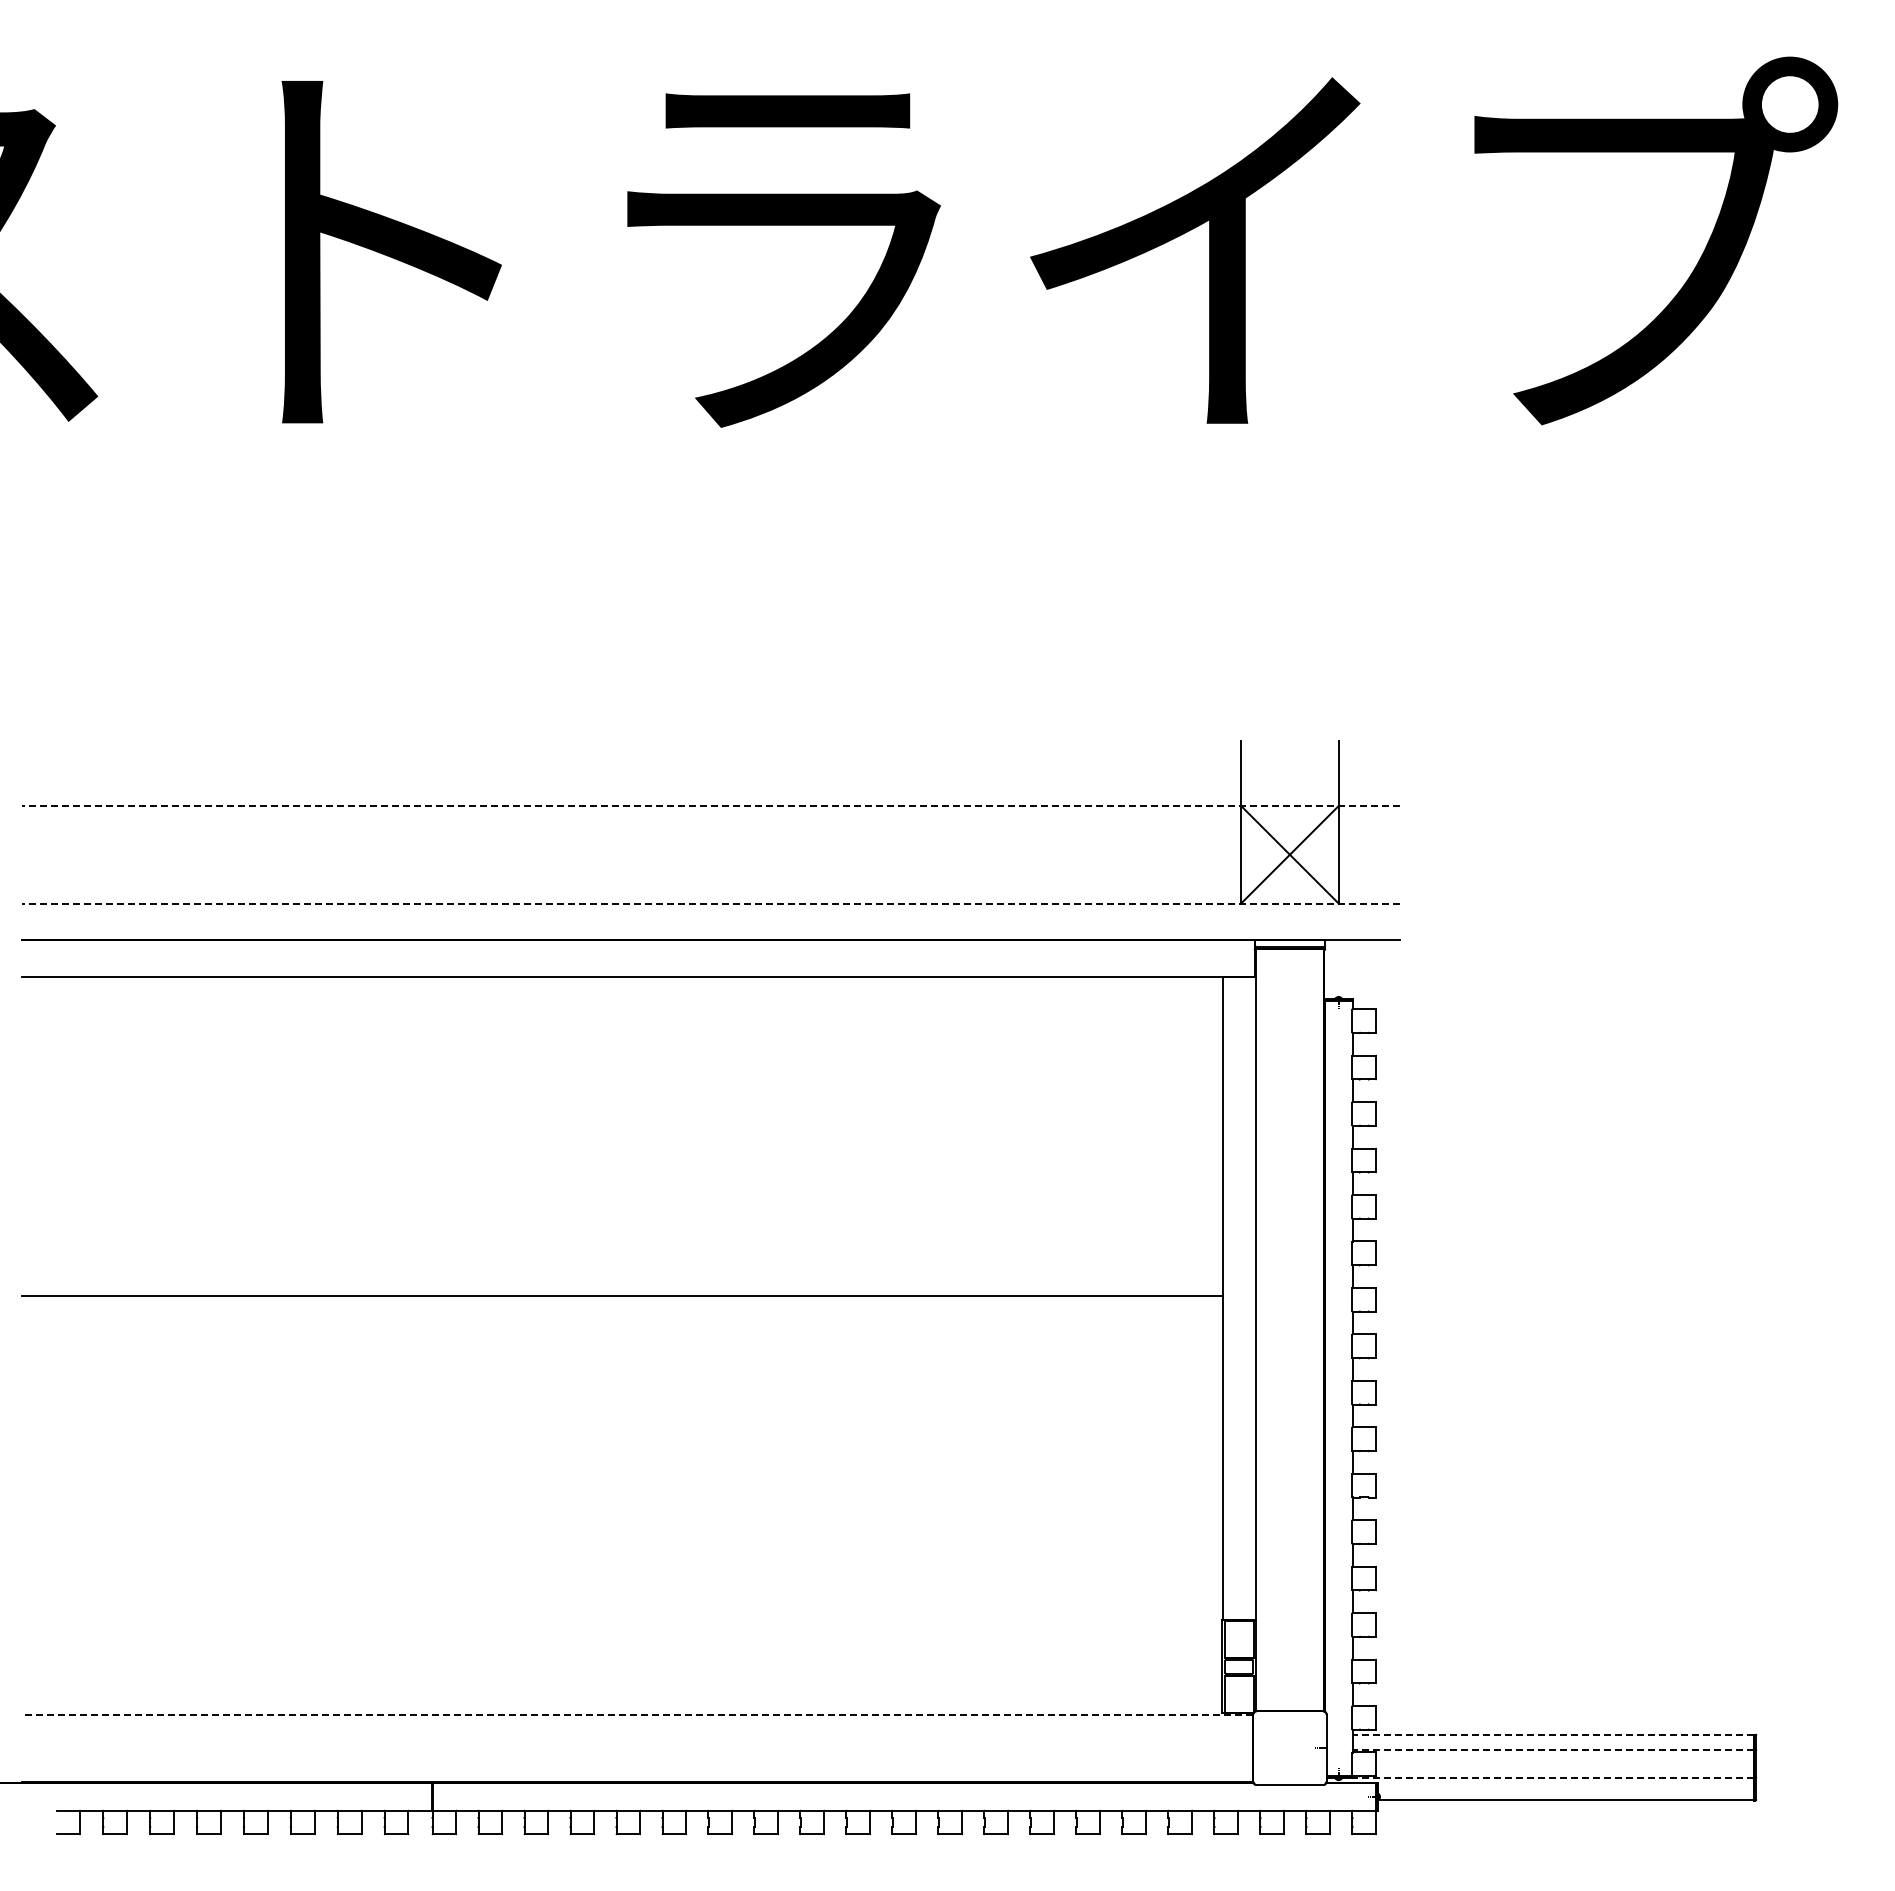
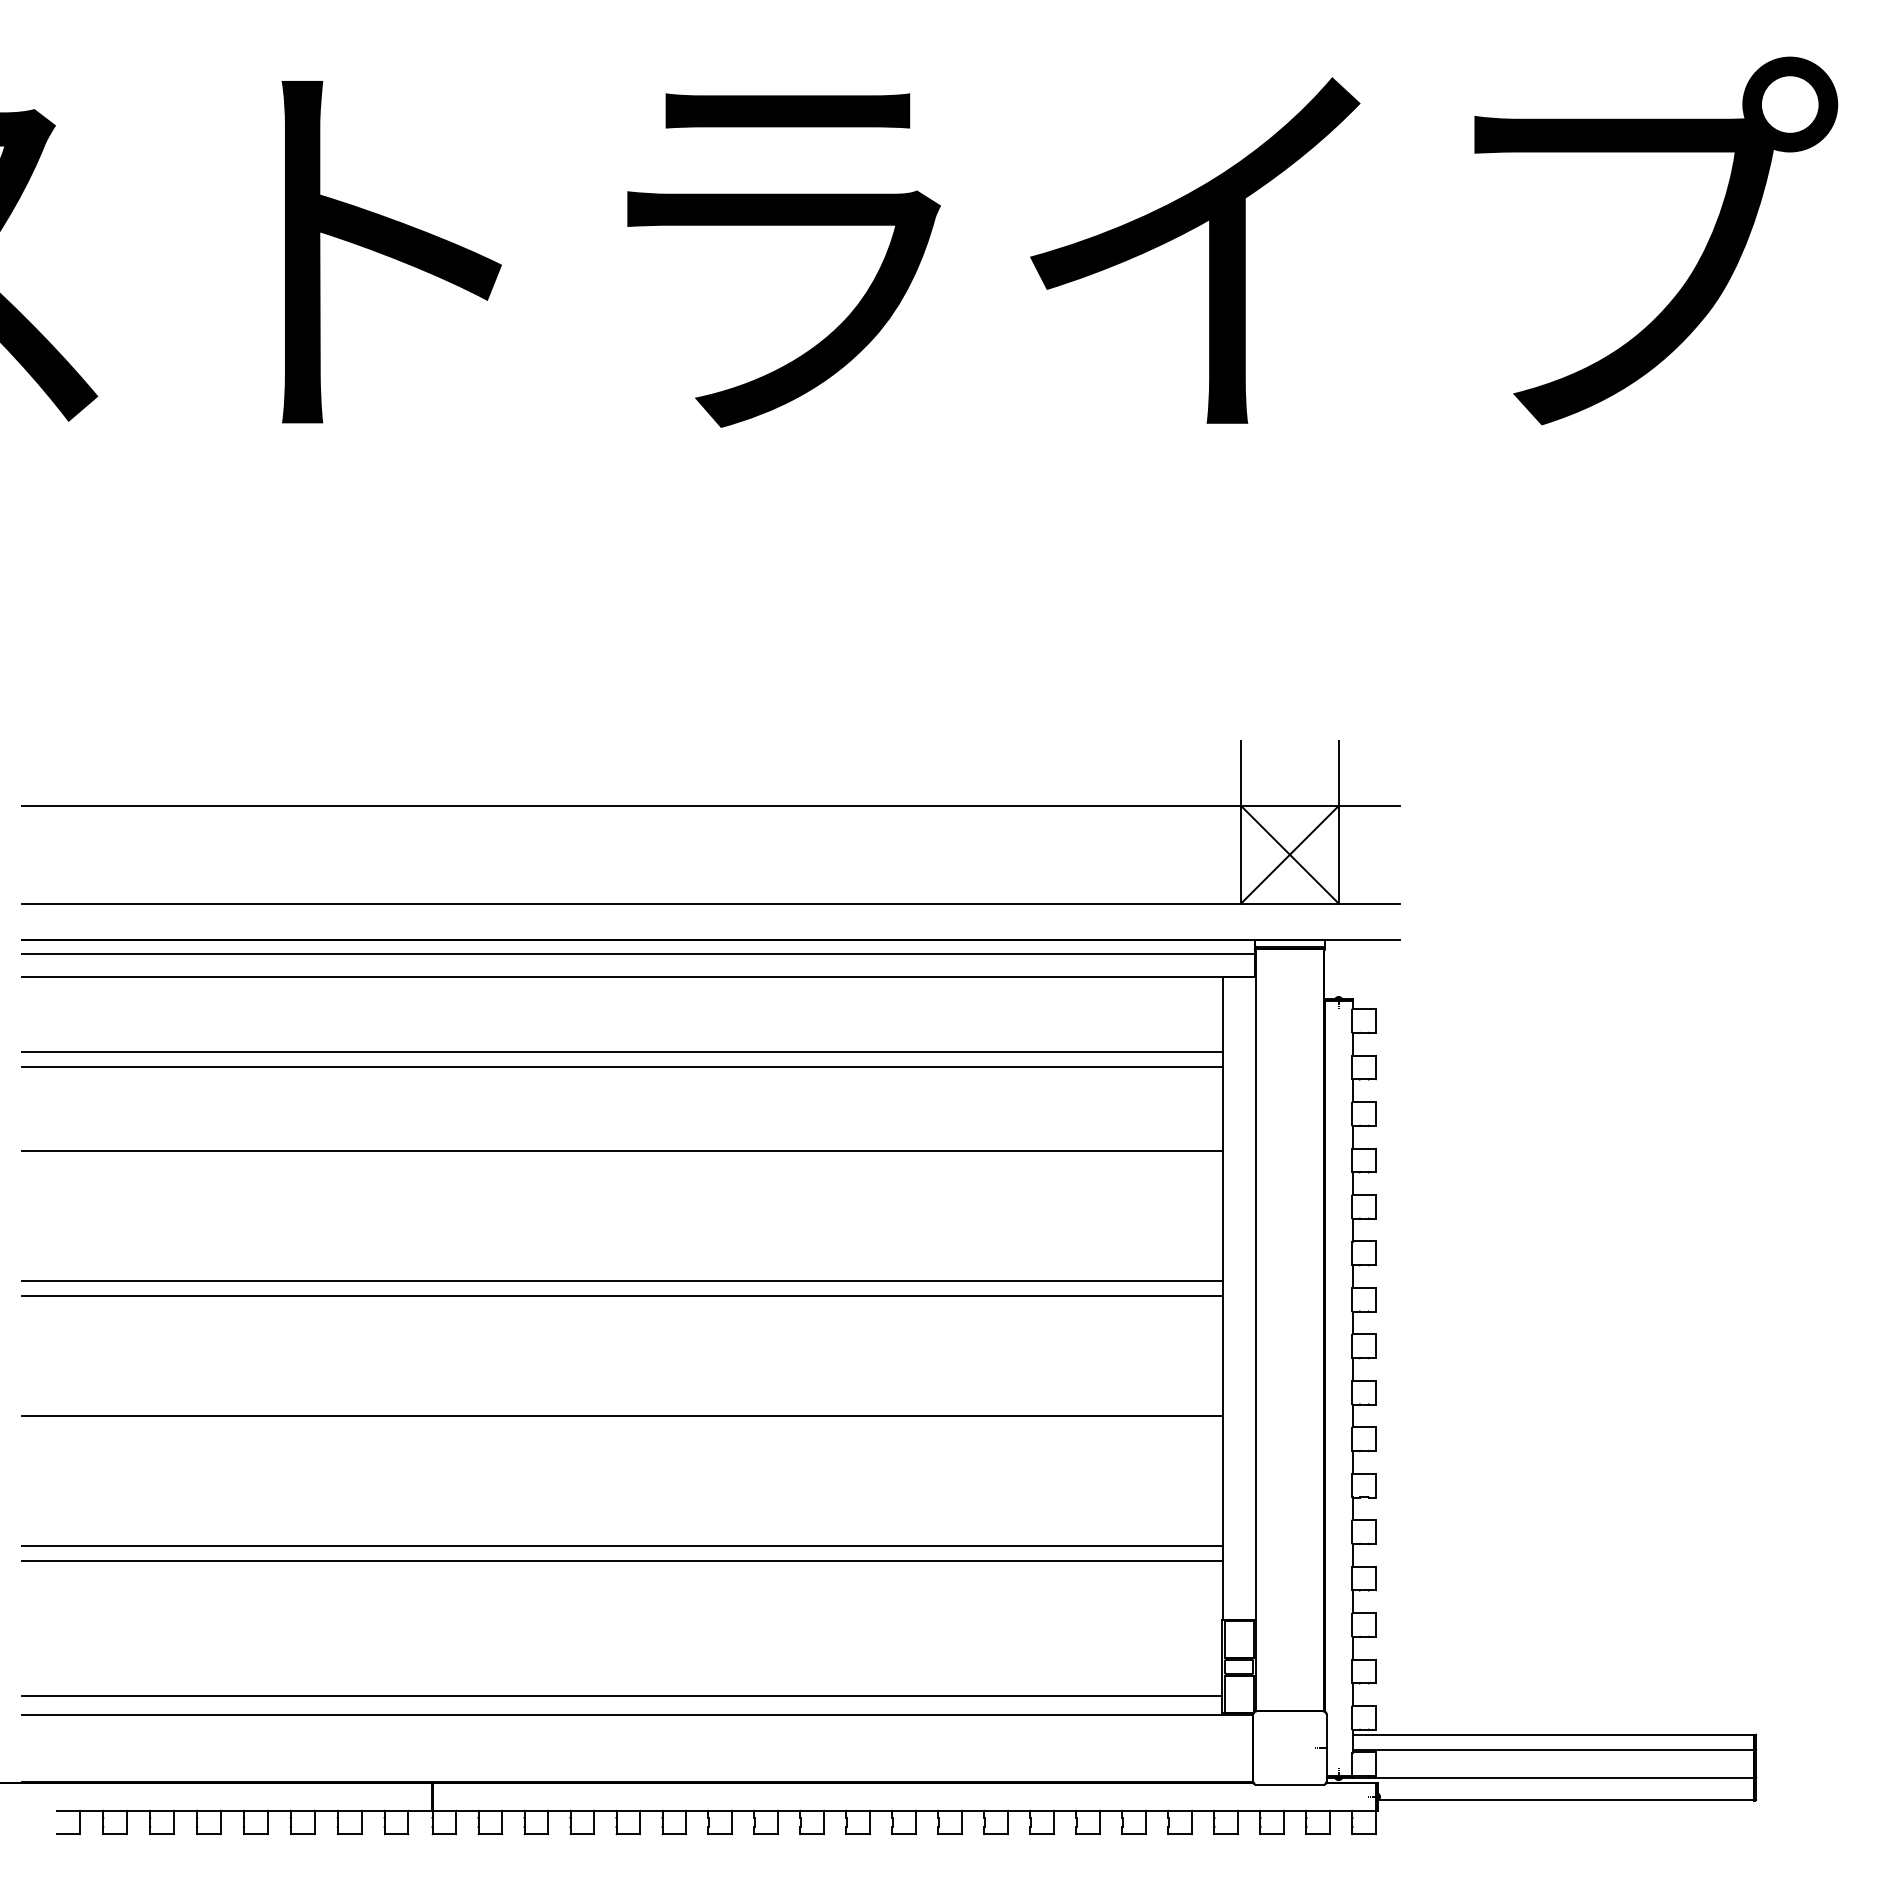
line at (710, 806): dashed -> solid
line at (710, 903): dashed -> solid
line at (637, 953): none -> present
line at (621, 1052): none -> present
line at (621, 1067): none -> present
line at (621, 1150): none -> present
line at (621, 1280): none -> present
line at (621, 1415): none -> present
line at (621, 1546): none -> present
line at (621, 1560): none -> present
line at (621, 1695): none -> present
line at (637, 1714): dashed -> solid
line at (1553, 1735): dashed -> solid
line at (1553, 1749): dashed -> solid
line at (1553, 1777): dashed -> solid
